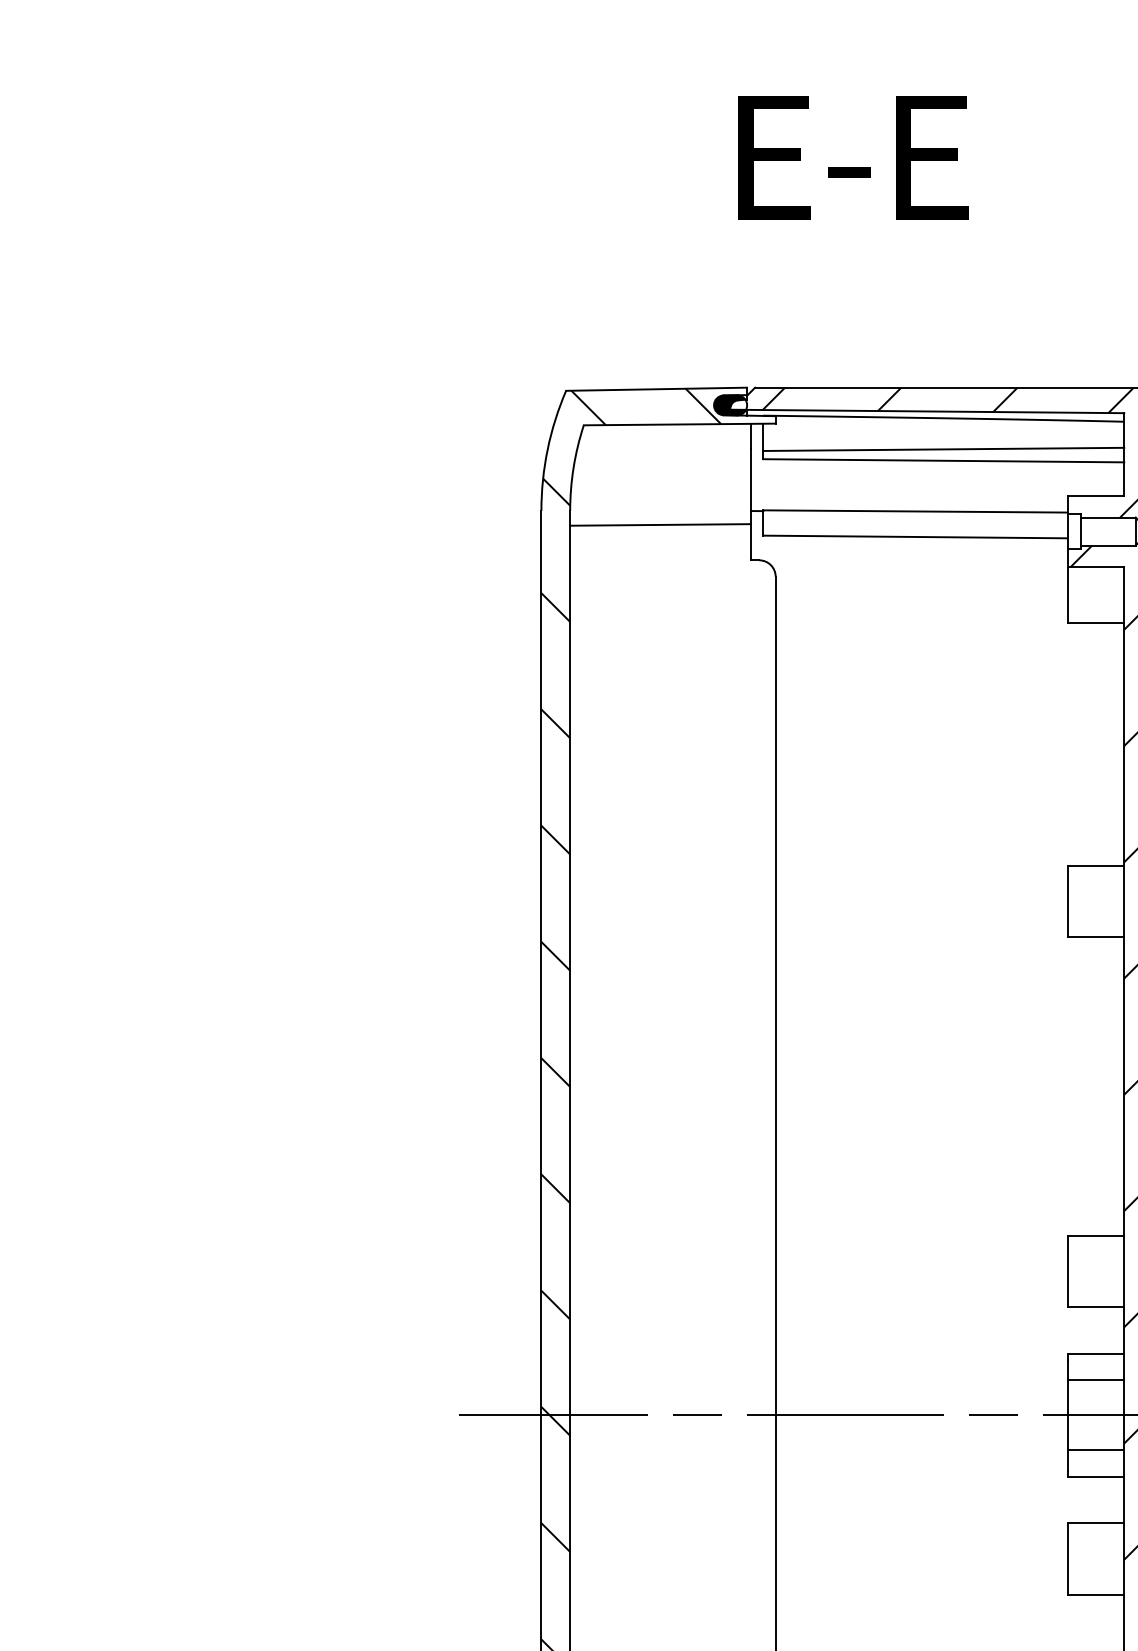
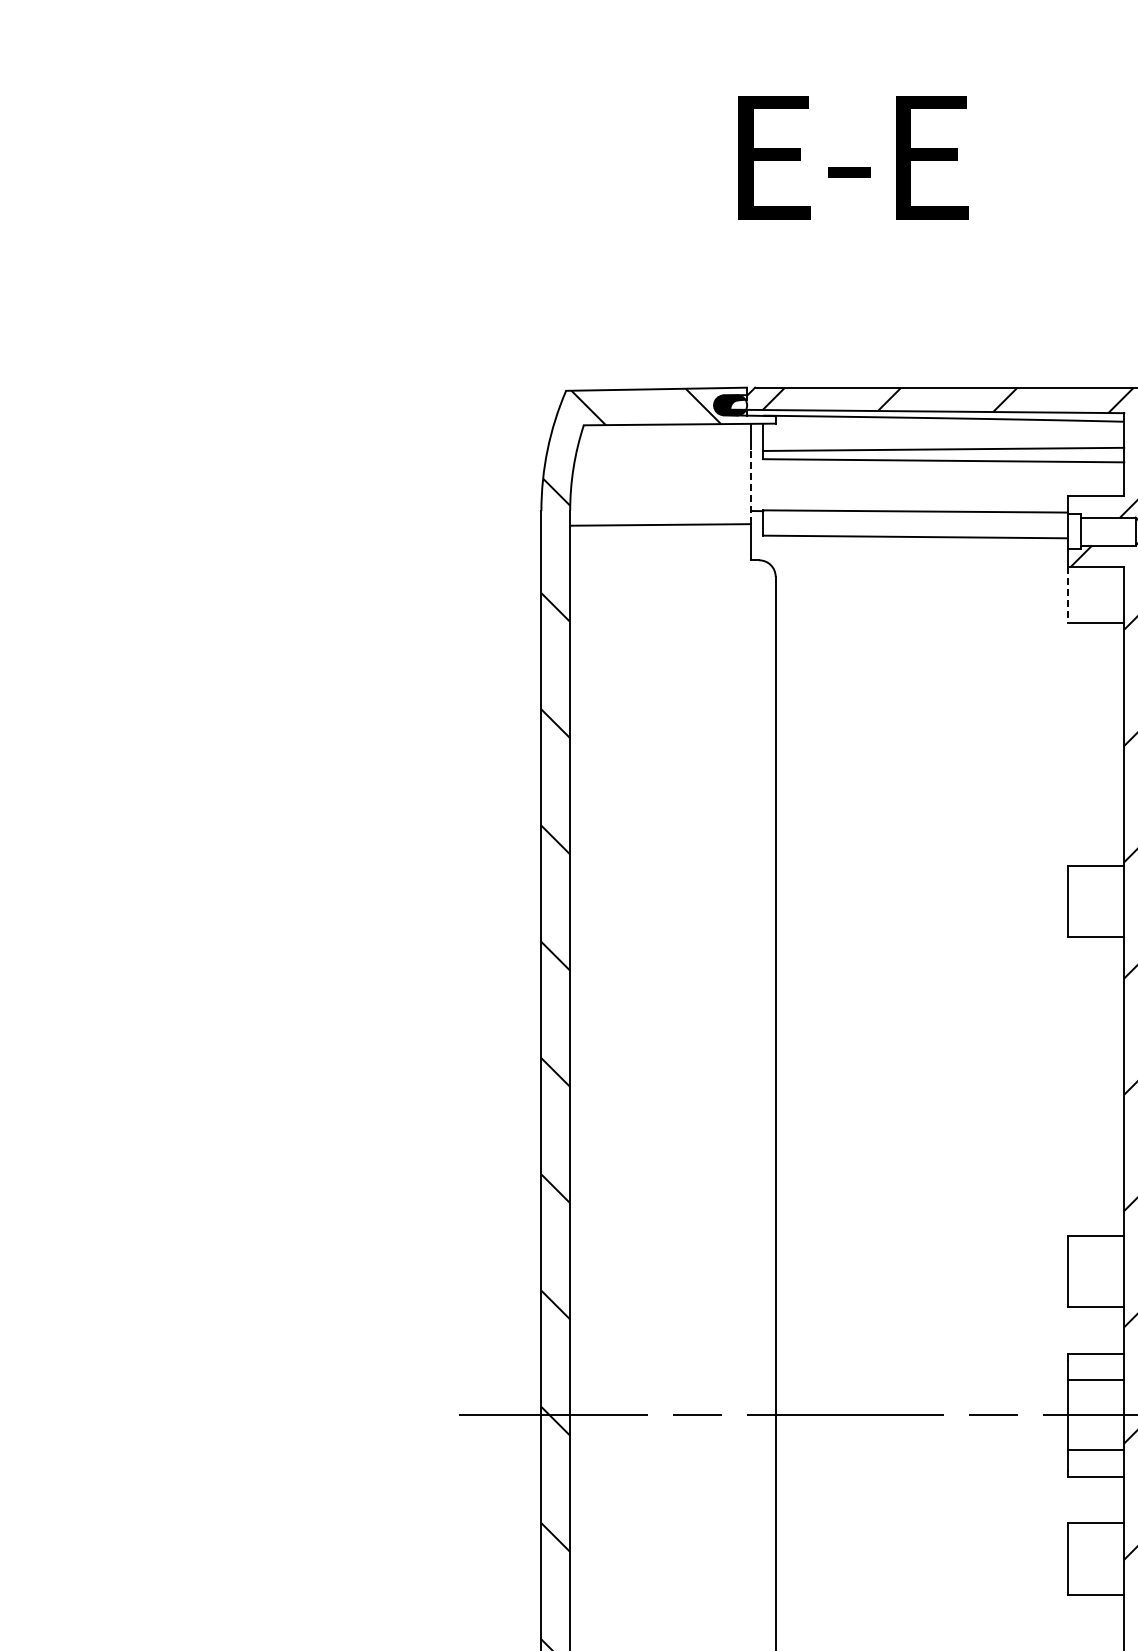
line at (751, 486): solid -> dashed
line at (1067, 595): solid -> dashed
